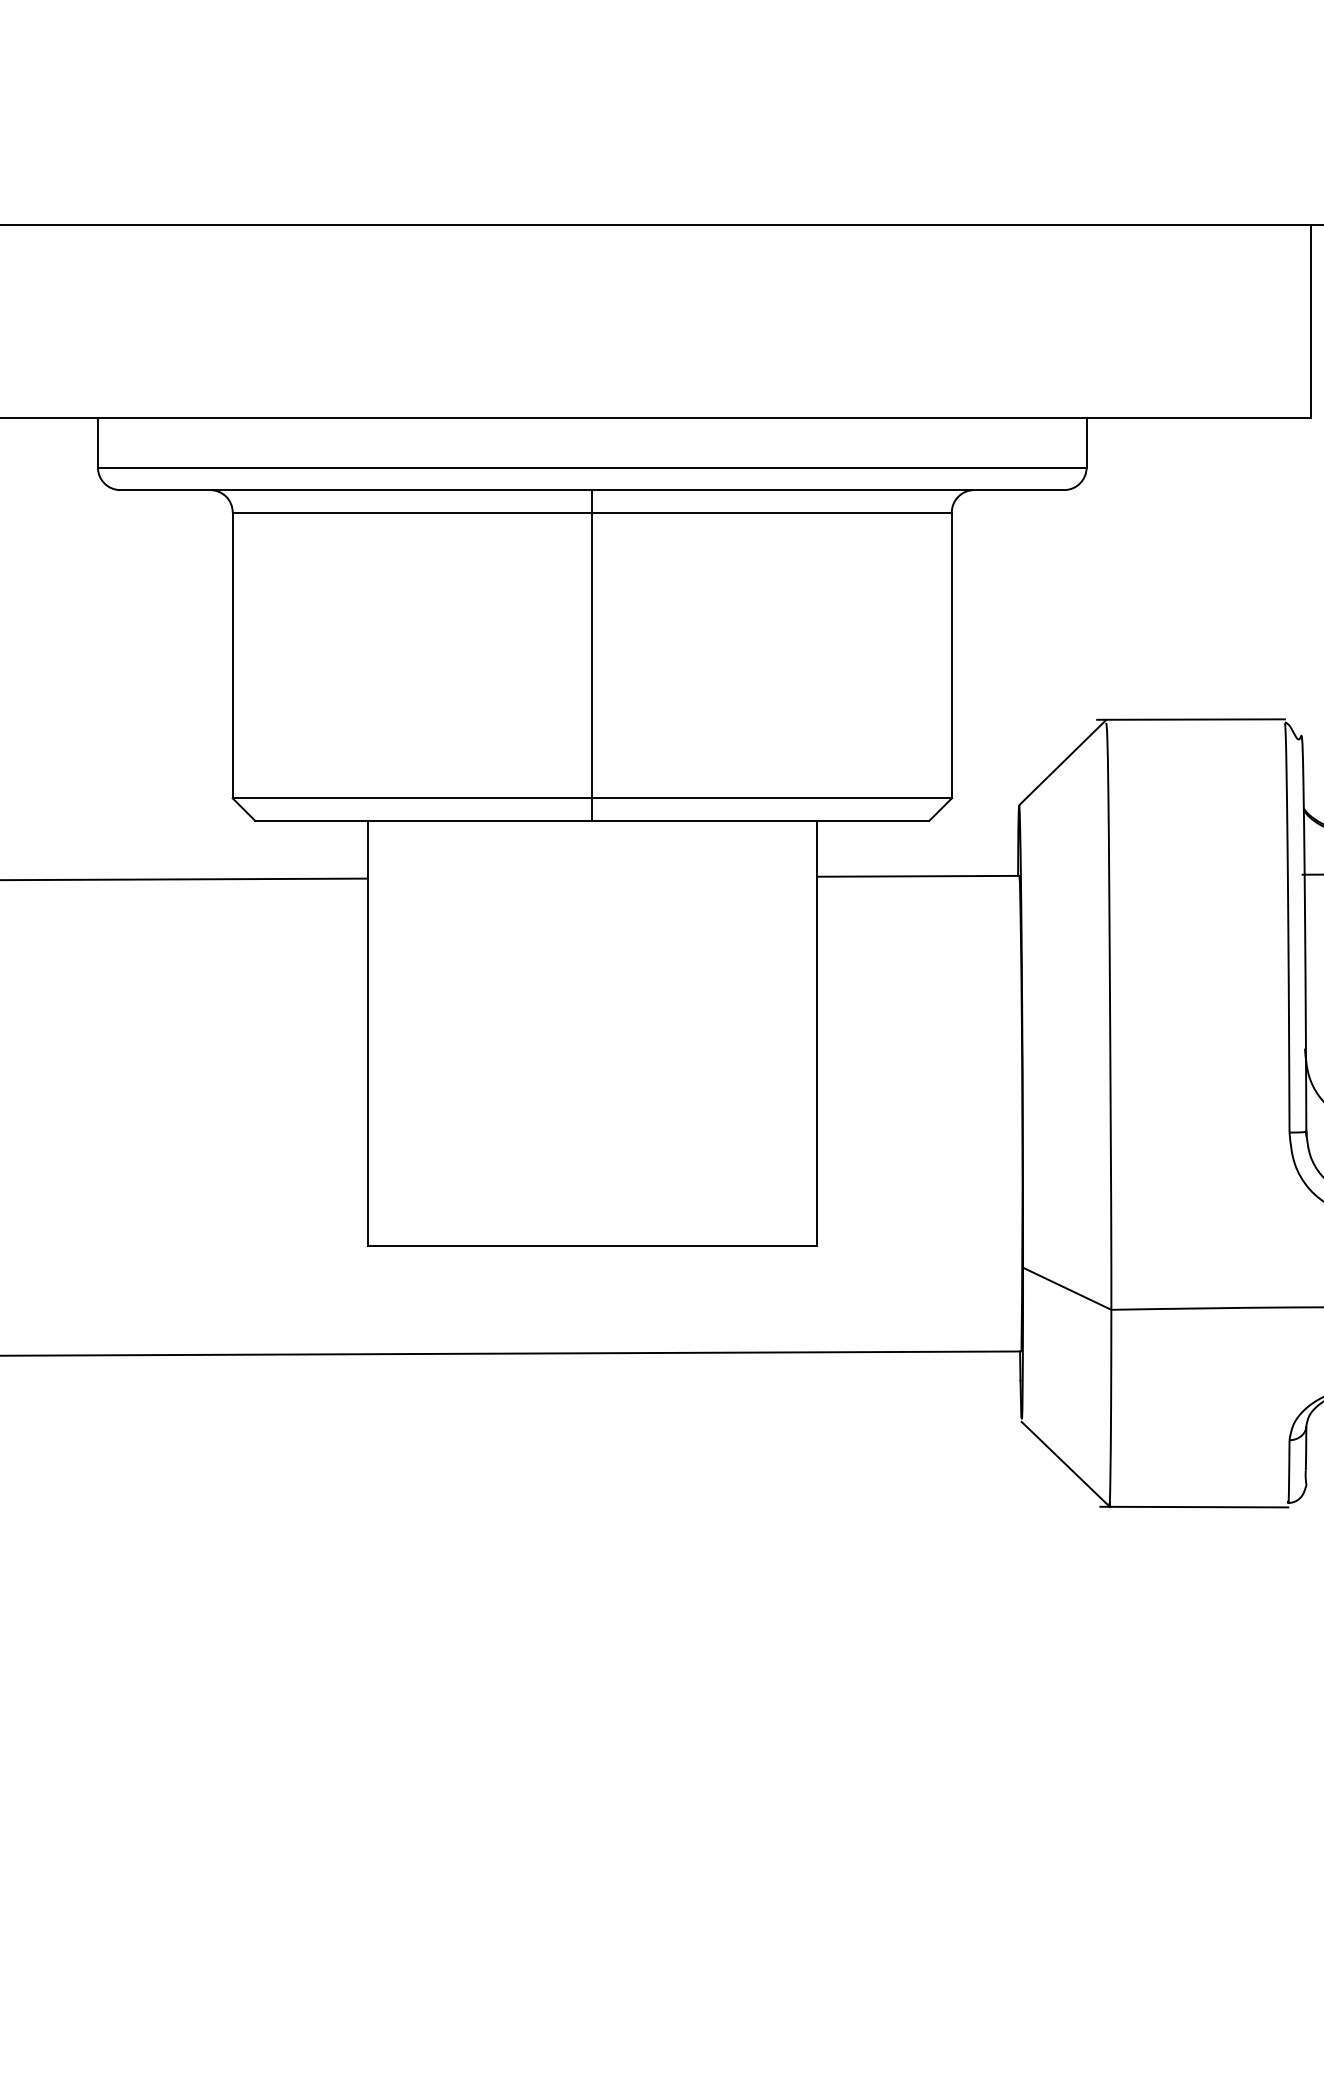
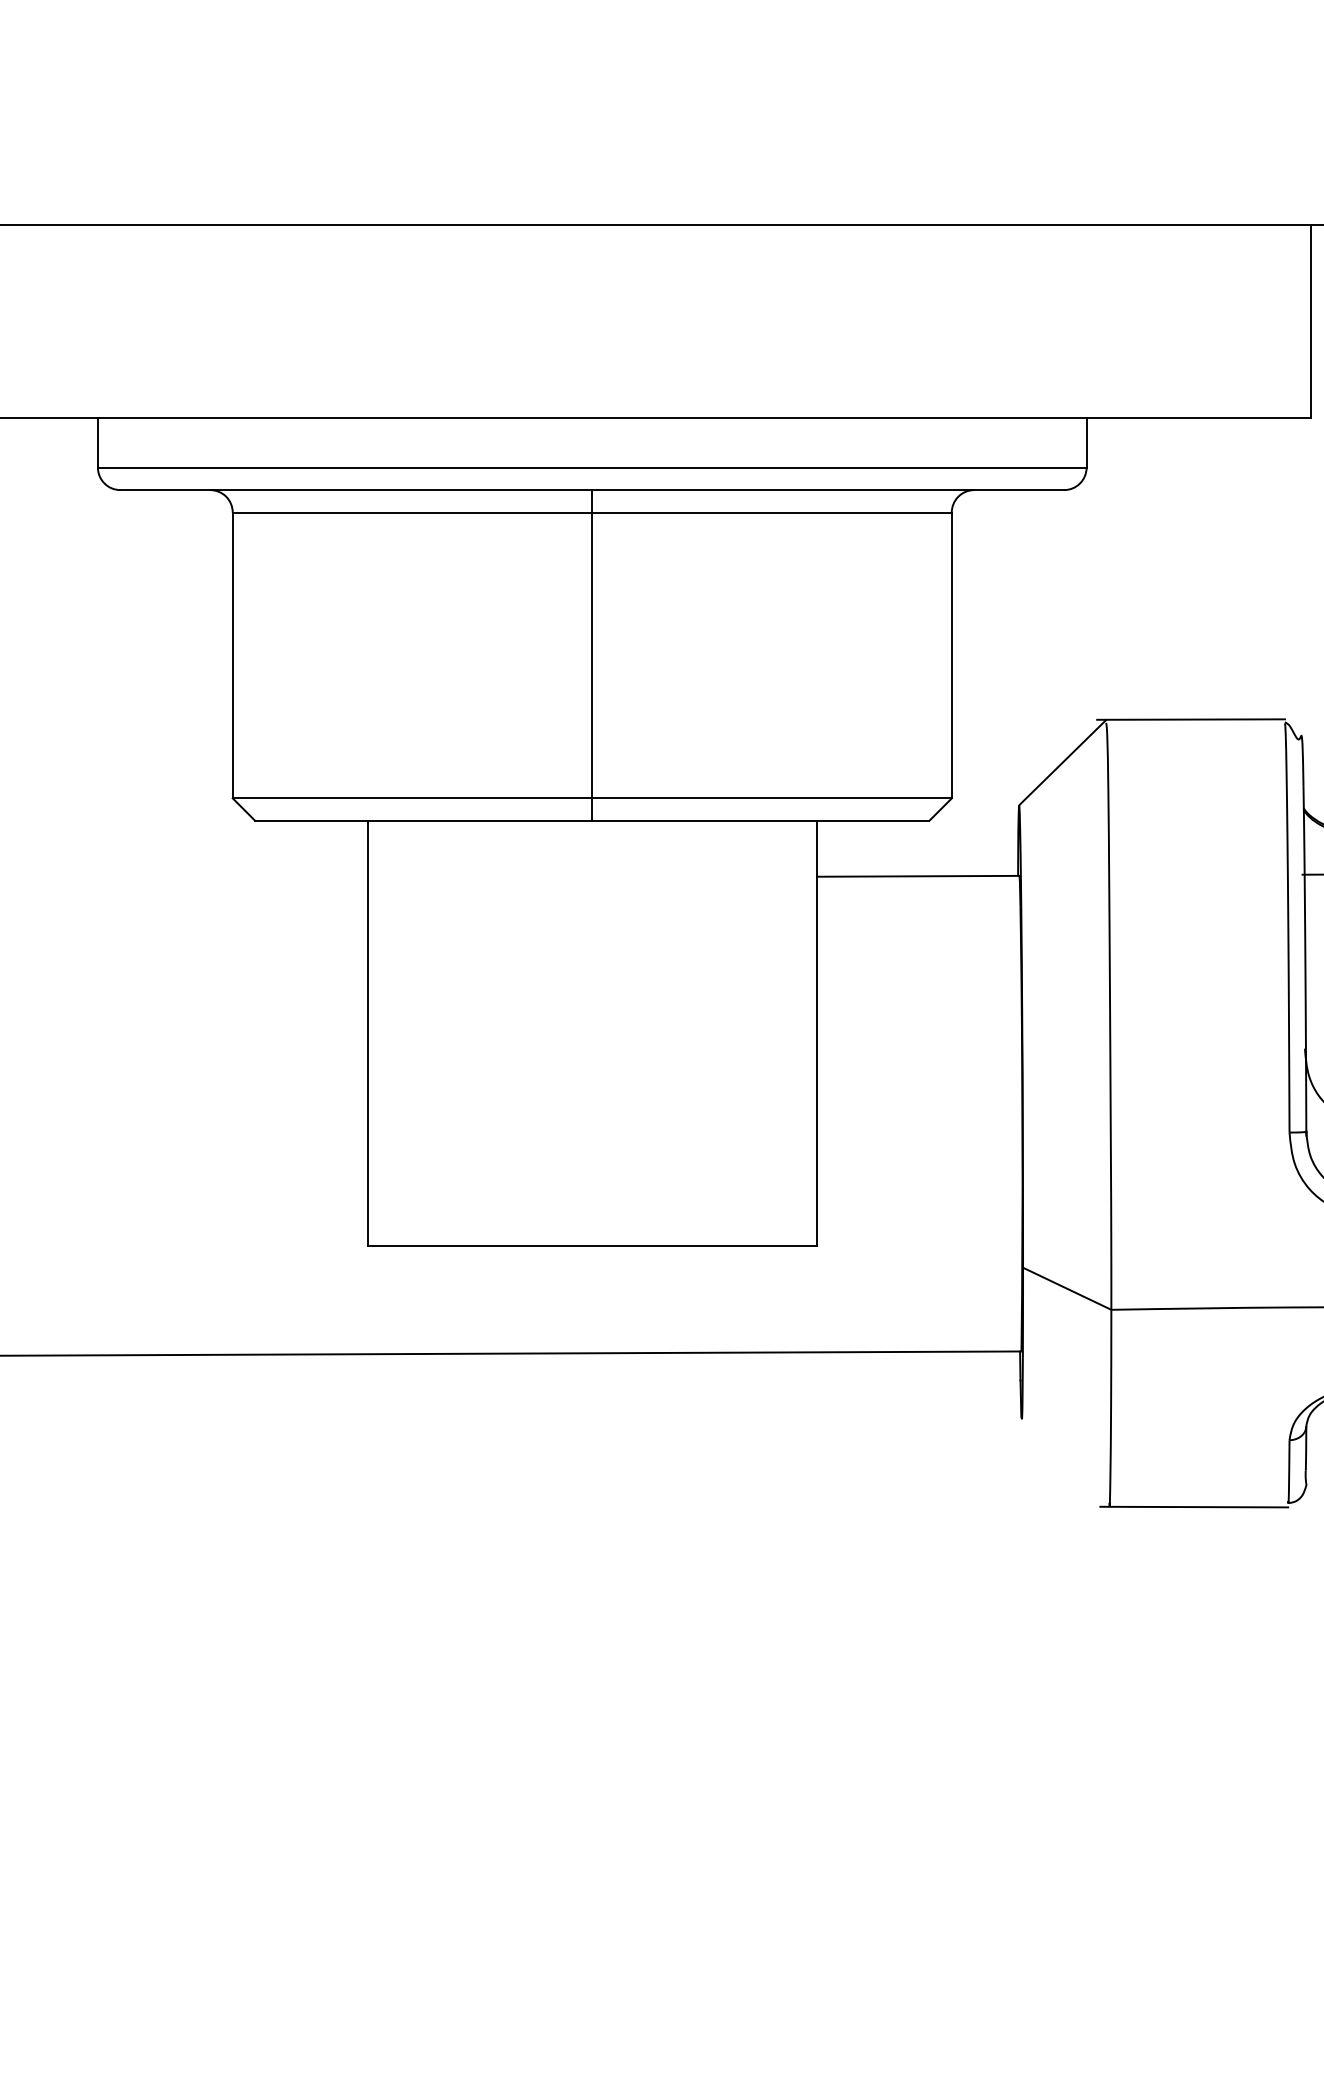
line at (184, 879): present -> none
line at (1065, 1464): present -> none
